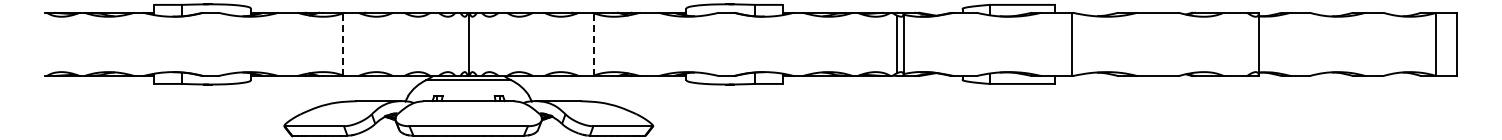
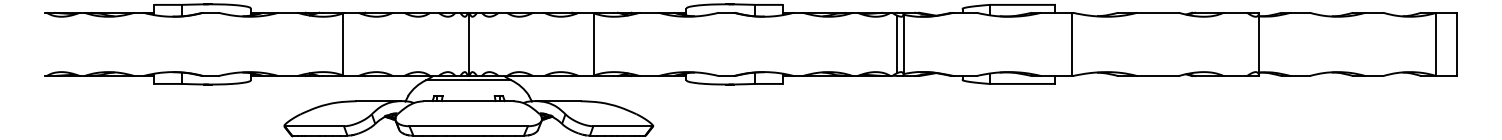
line at (343, 43): dashed -> solid
line at (594, 43): dashed -> solid
